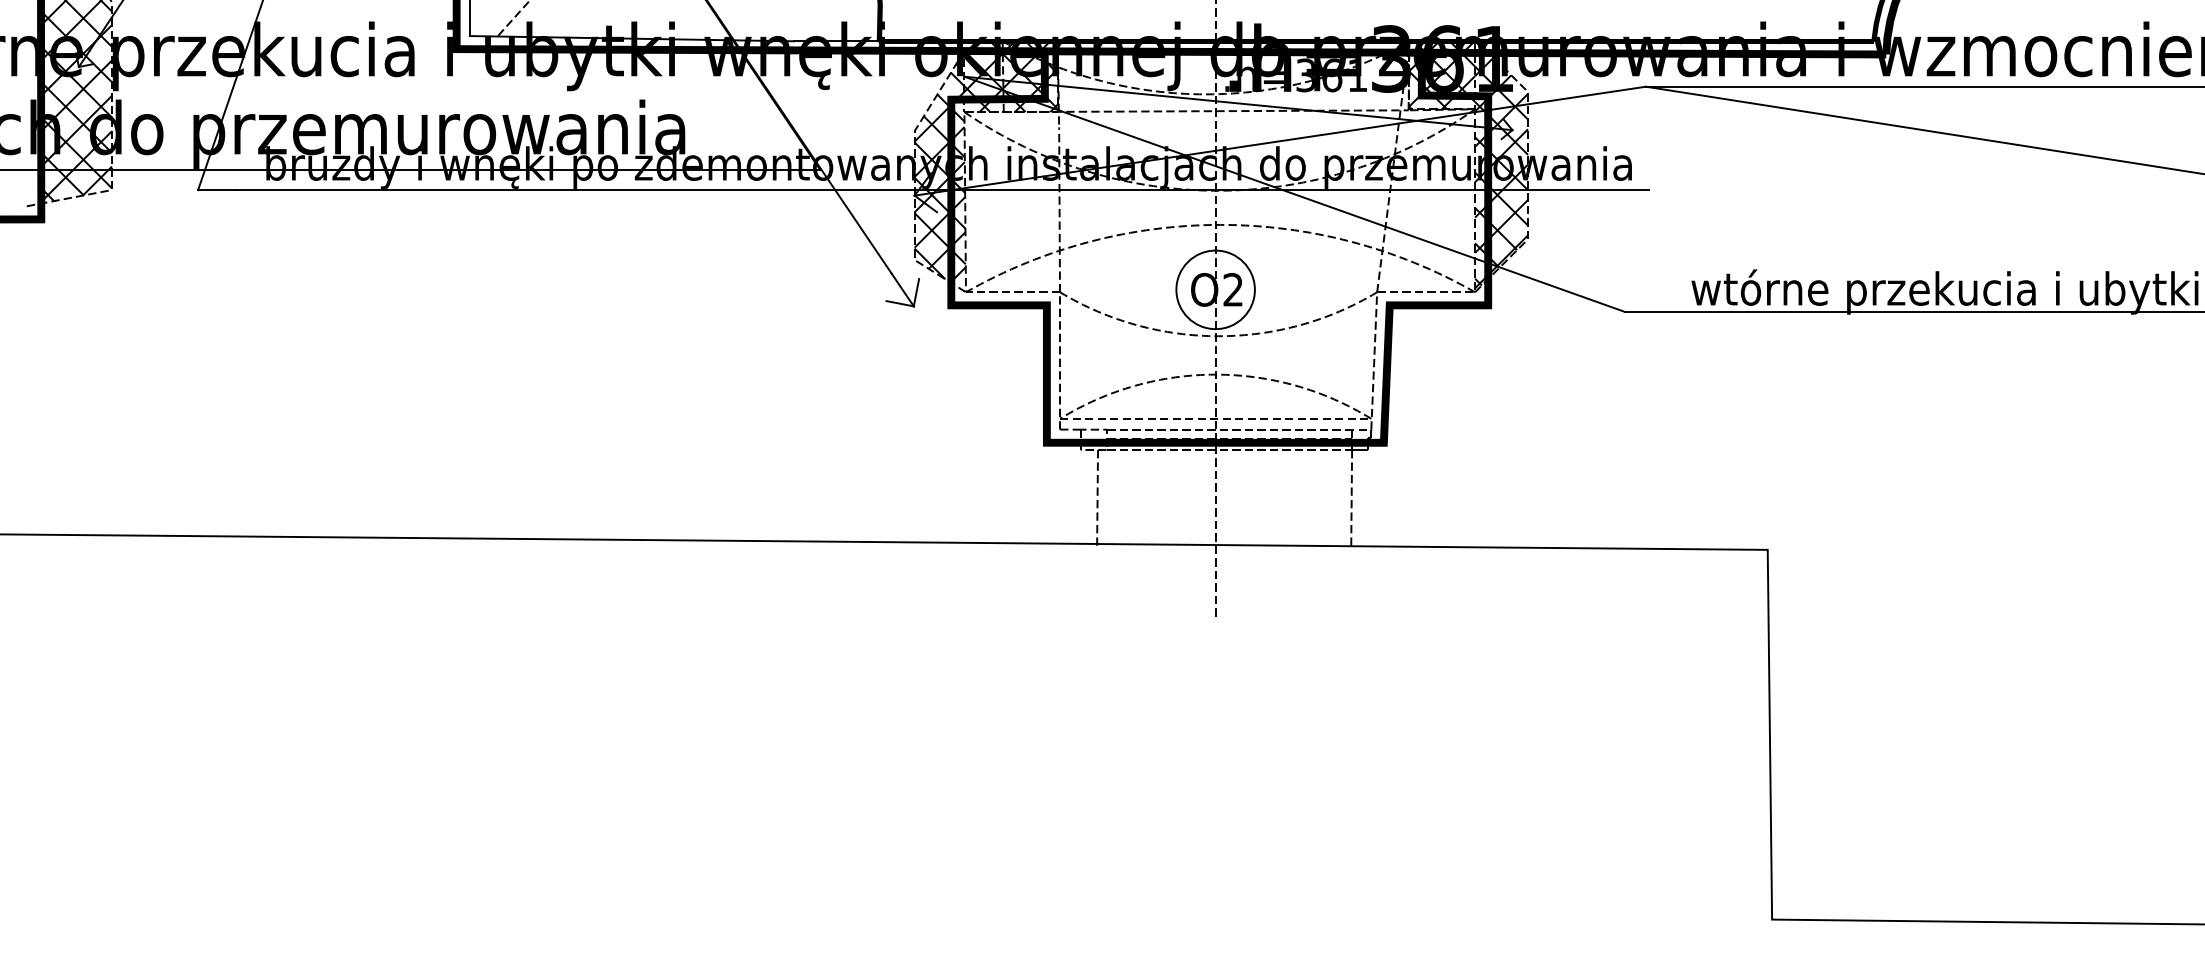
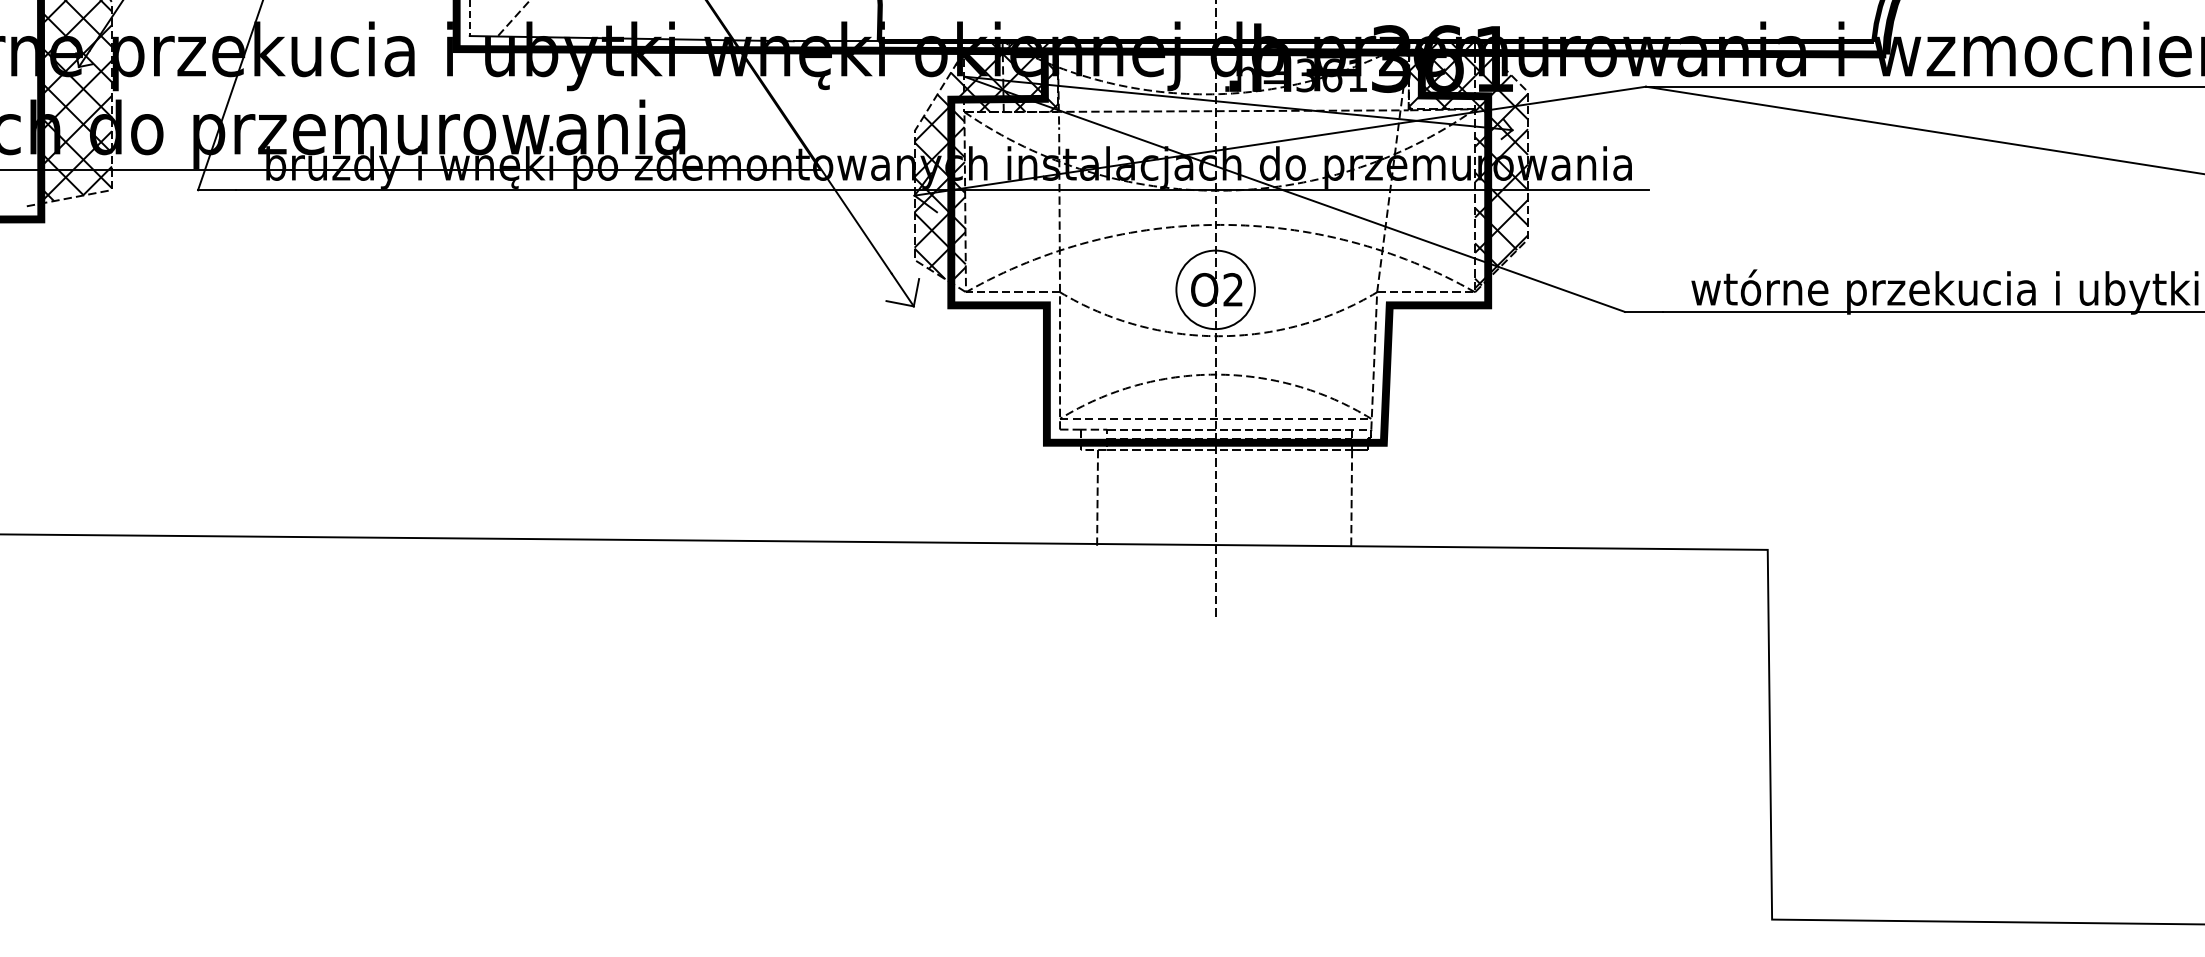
line at (469, 18): solid -> dashed
